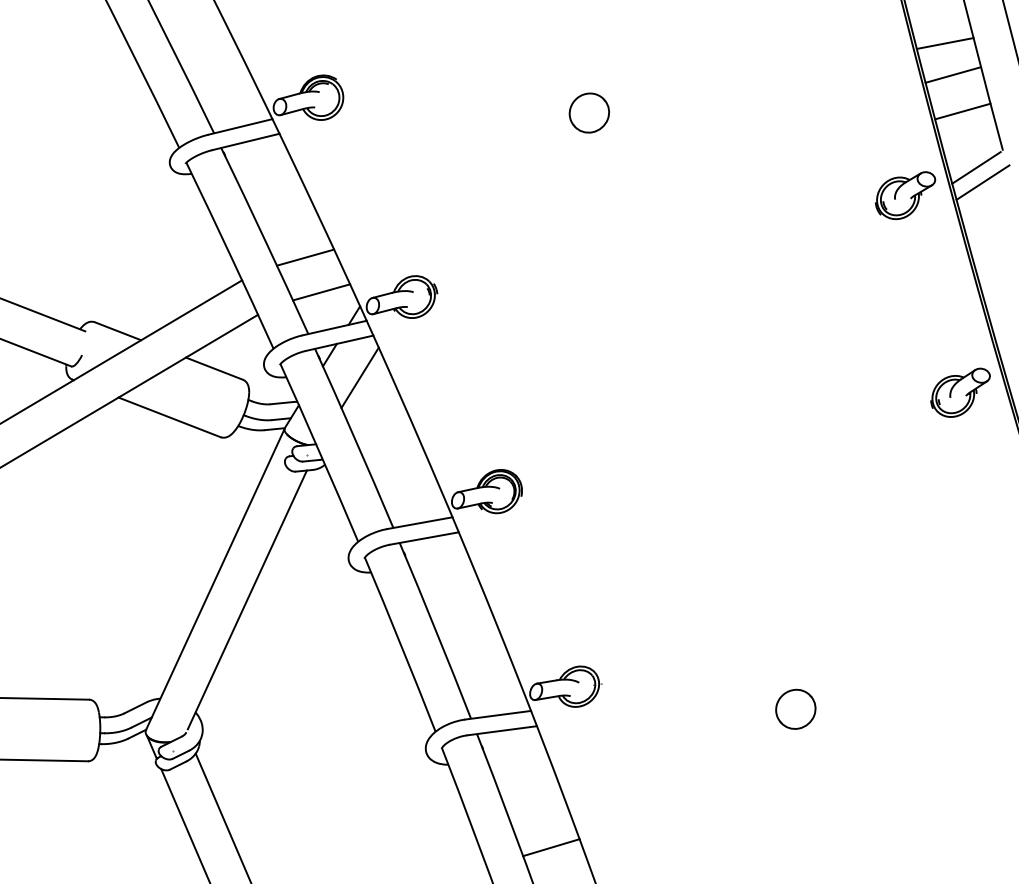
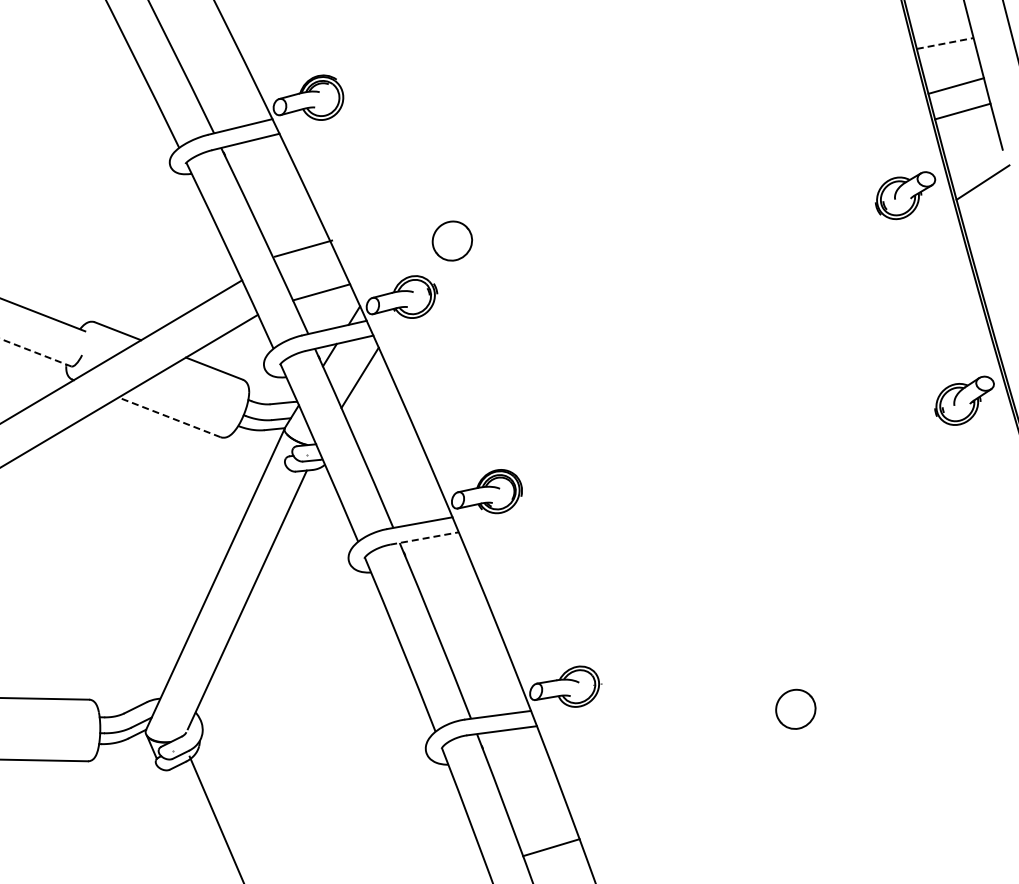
line at (945, 43): solid -> dashed
line at (953, 74) position: (953, 74) -> (956, 85)
part at (588, 112) position: (588, 112) -> (451, 240)
line at (976, 167): present -> none
line at (305, 257) position: (305, 257) -> (303, 248)
line at (35, 352): solid -> dashed
part at (960, 392) position: (960, 392) -> (964, 400)
line at (169, 417): solid -> dashed
line at (424, 538): solid -> dashed
line at (222, 816) position: (222, 816) -> (215, 818)
line at (185, 824): present -> none
